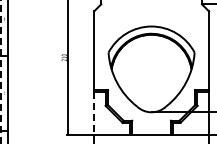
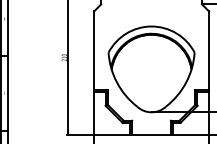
line at (0, 72): dashed -> solid
line at (94, 114): dashed -> solid
